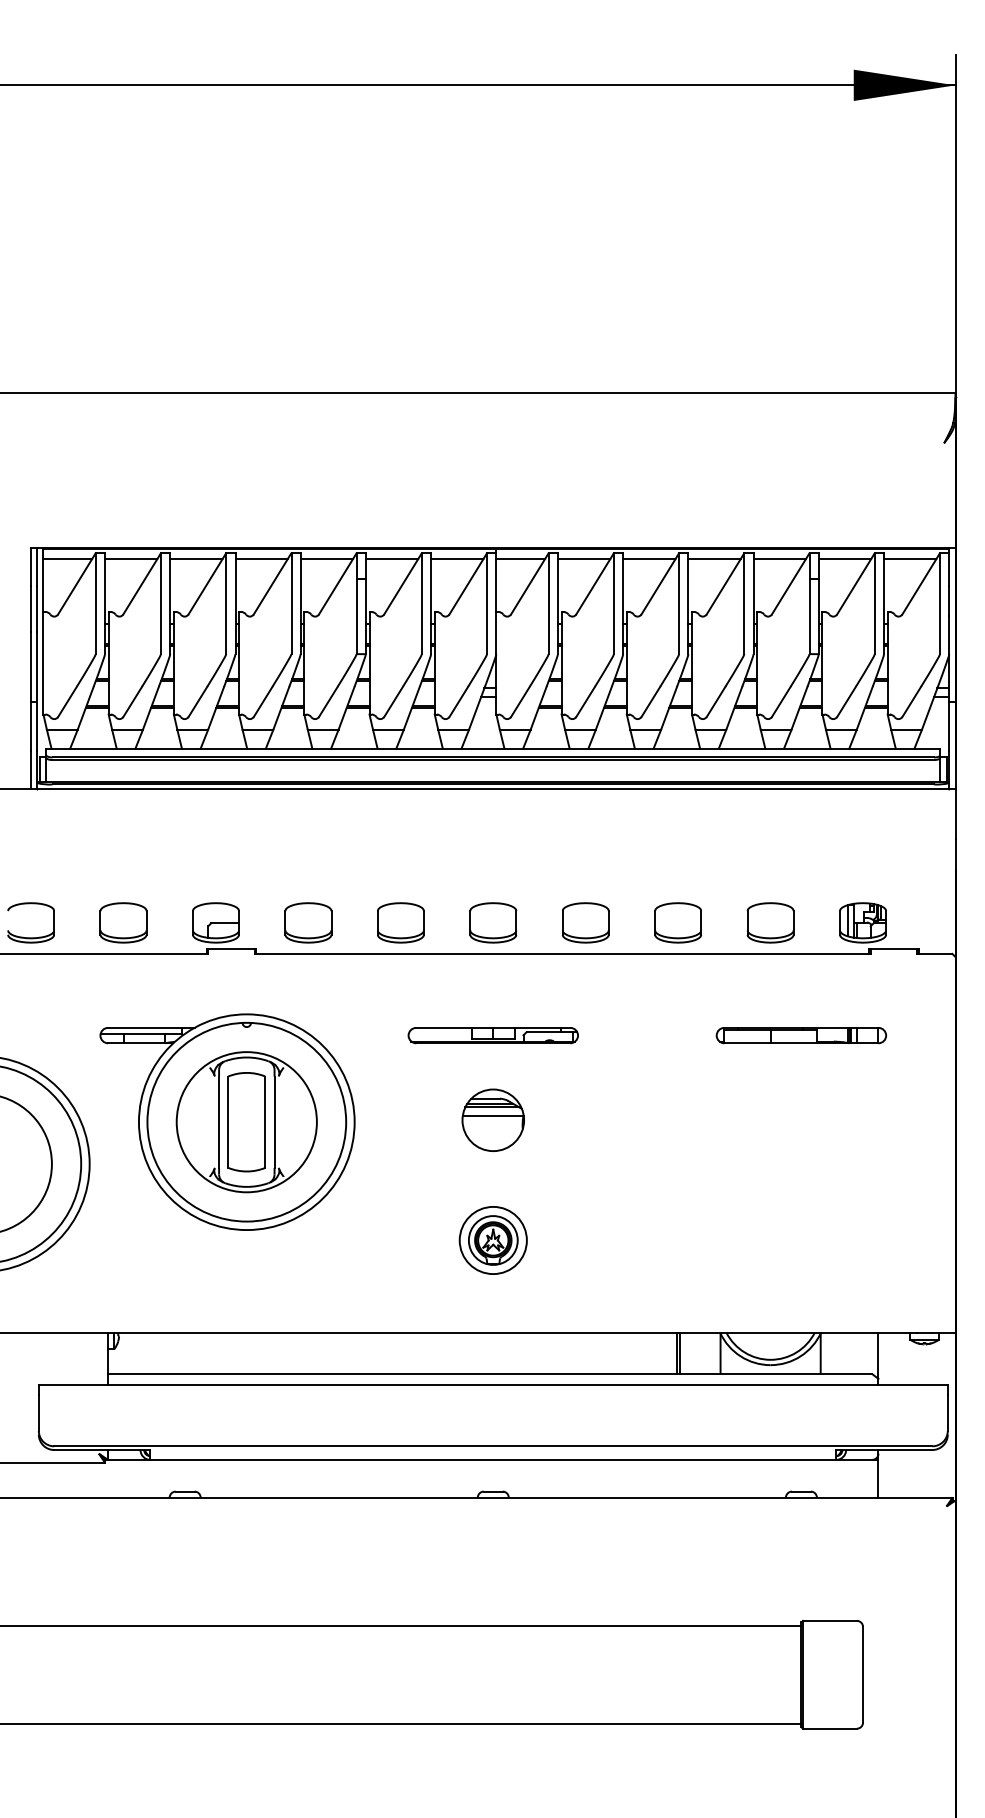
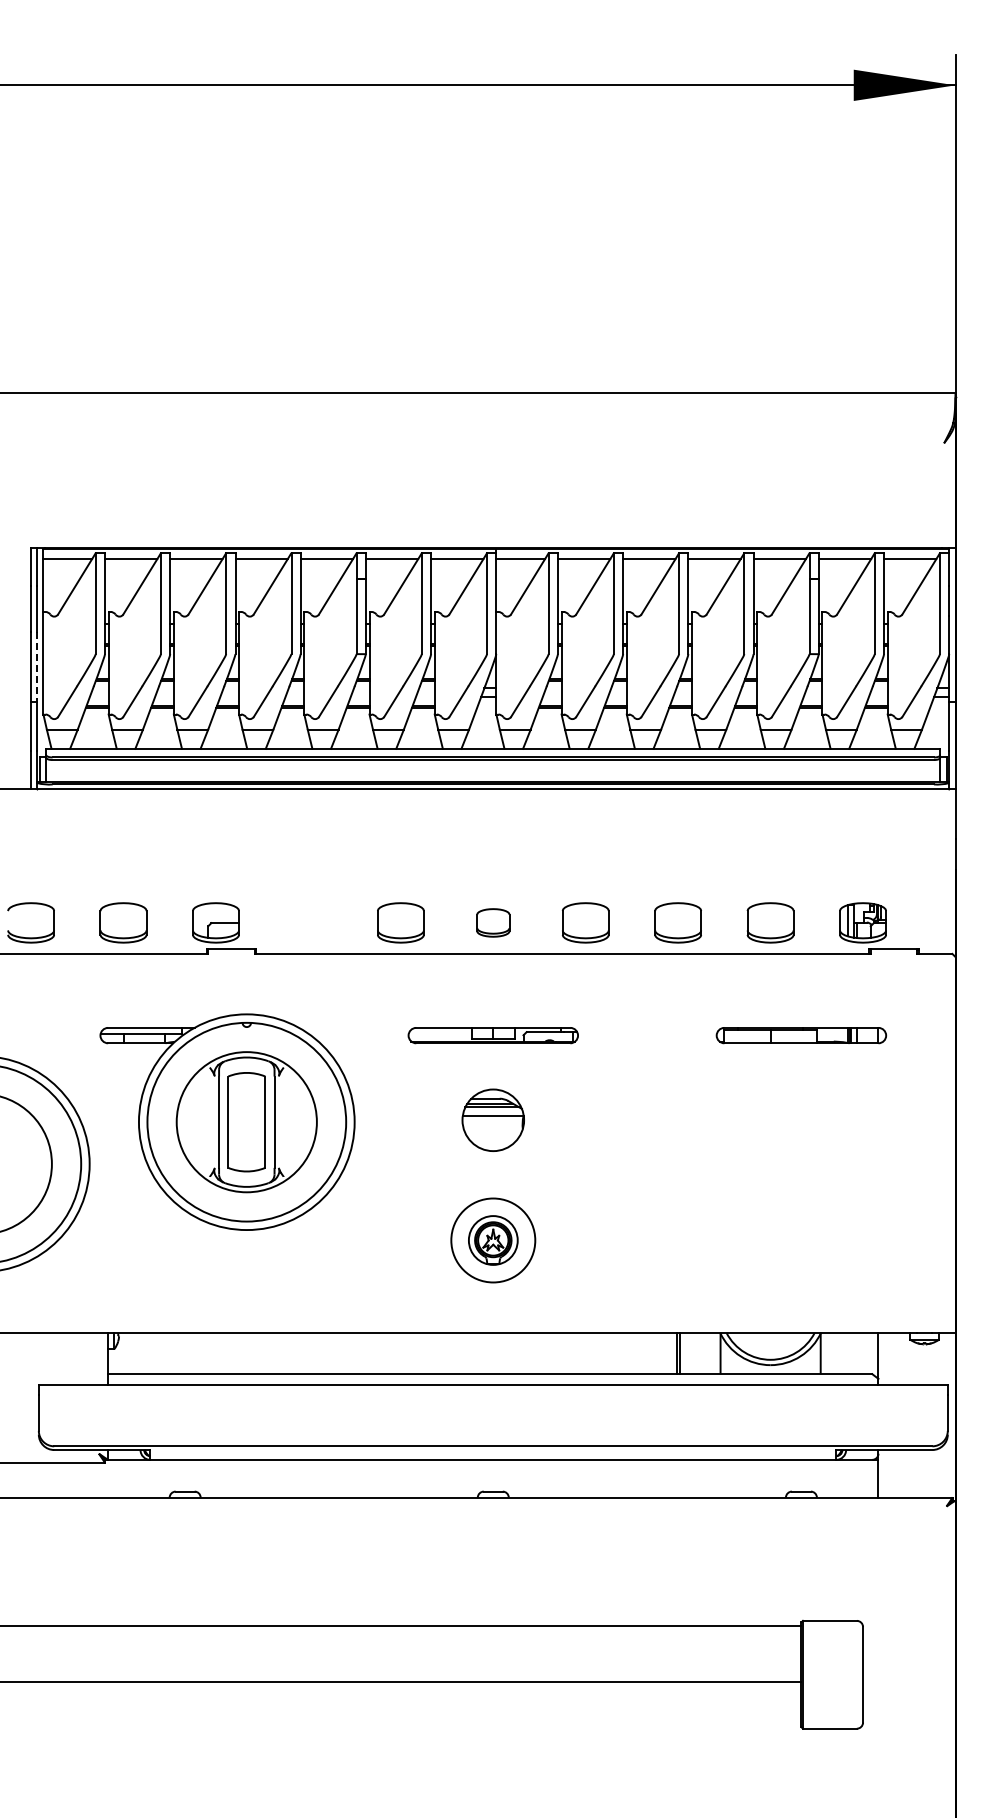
line at (37, 666): solid -> dashed
part at (308, 922): present -> none
part at (493, 922) size: 49x42 px -> 35x30 px
circle at (492, 1240) diameter: 67 px -> 84 px
line at (401, 1723) position: (401, 1723) -> (401, 1681)
